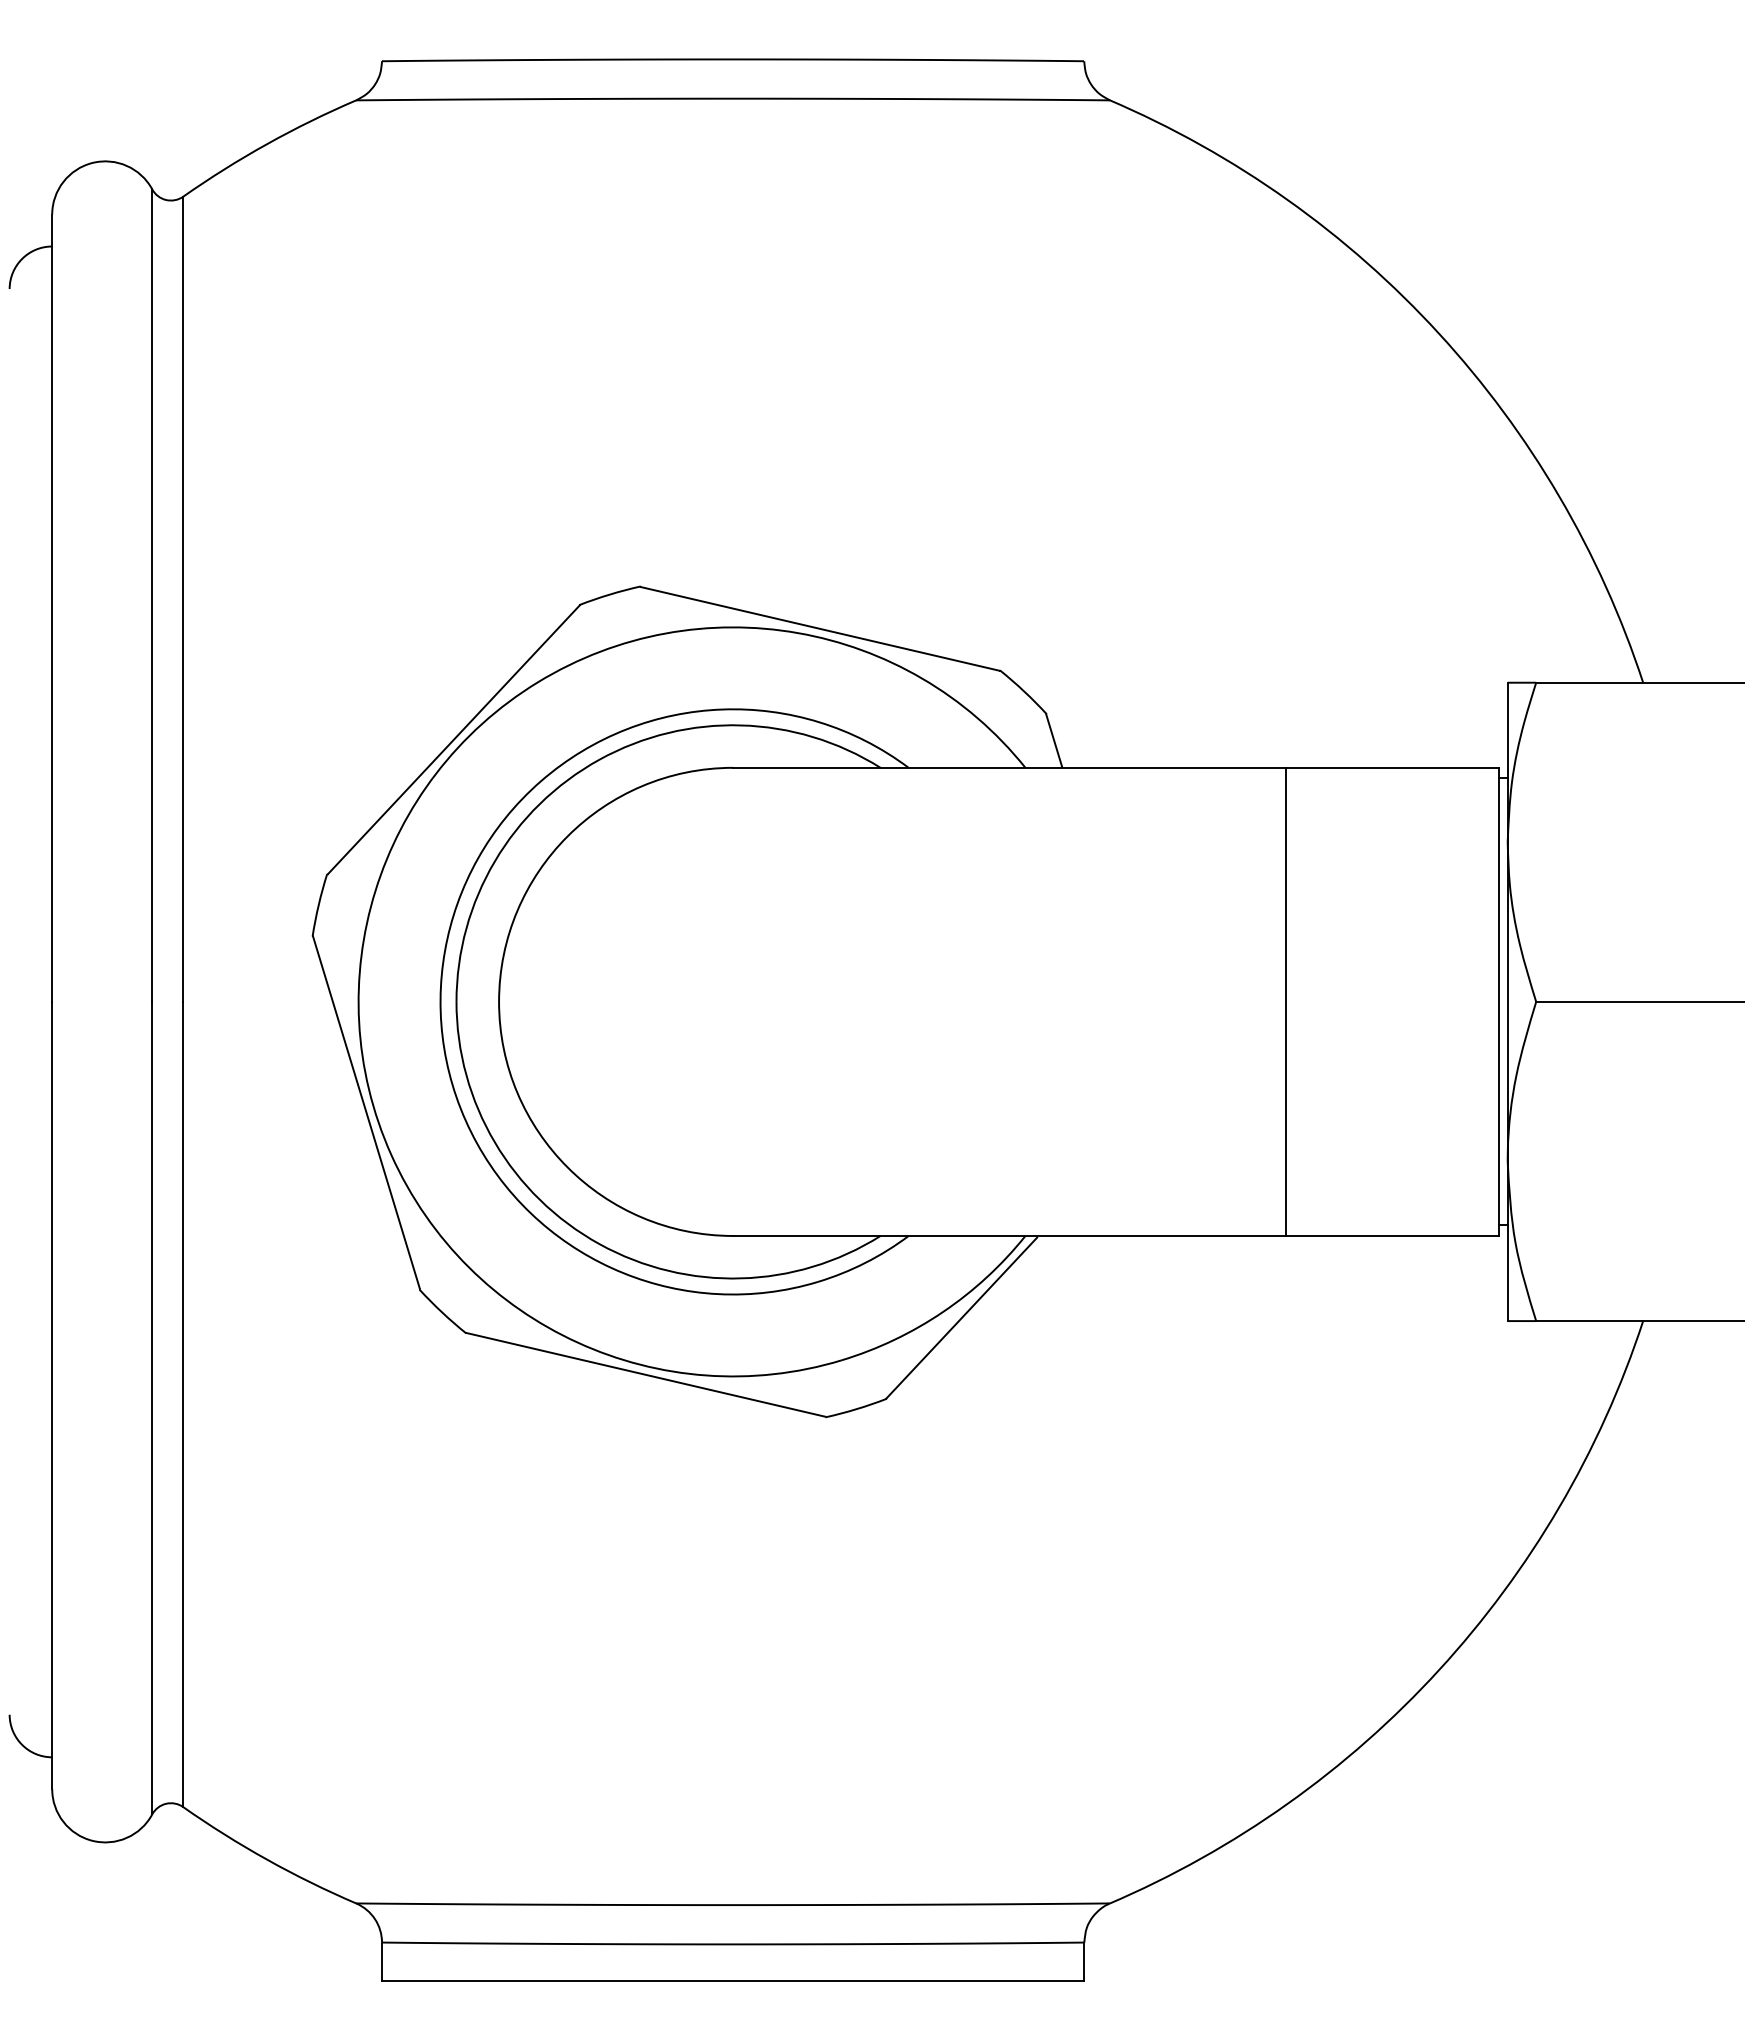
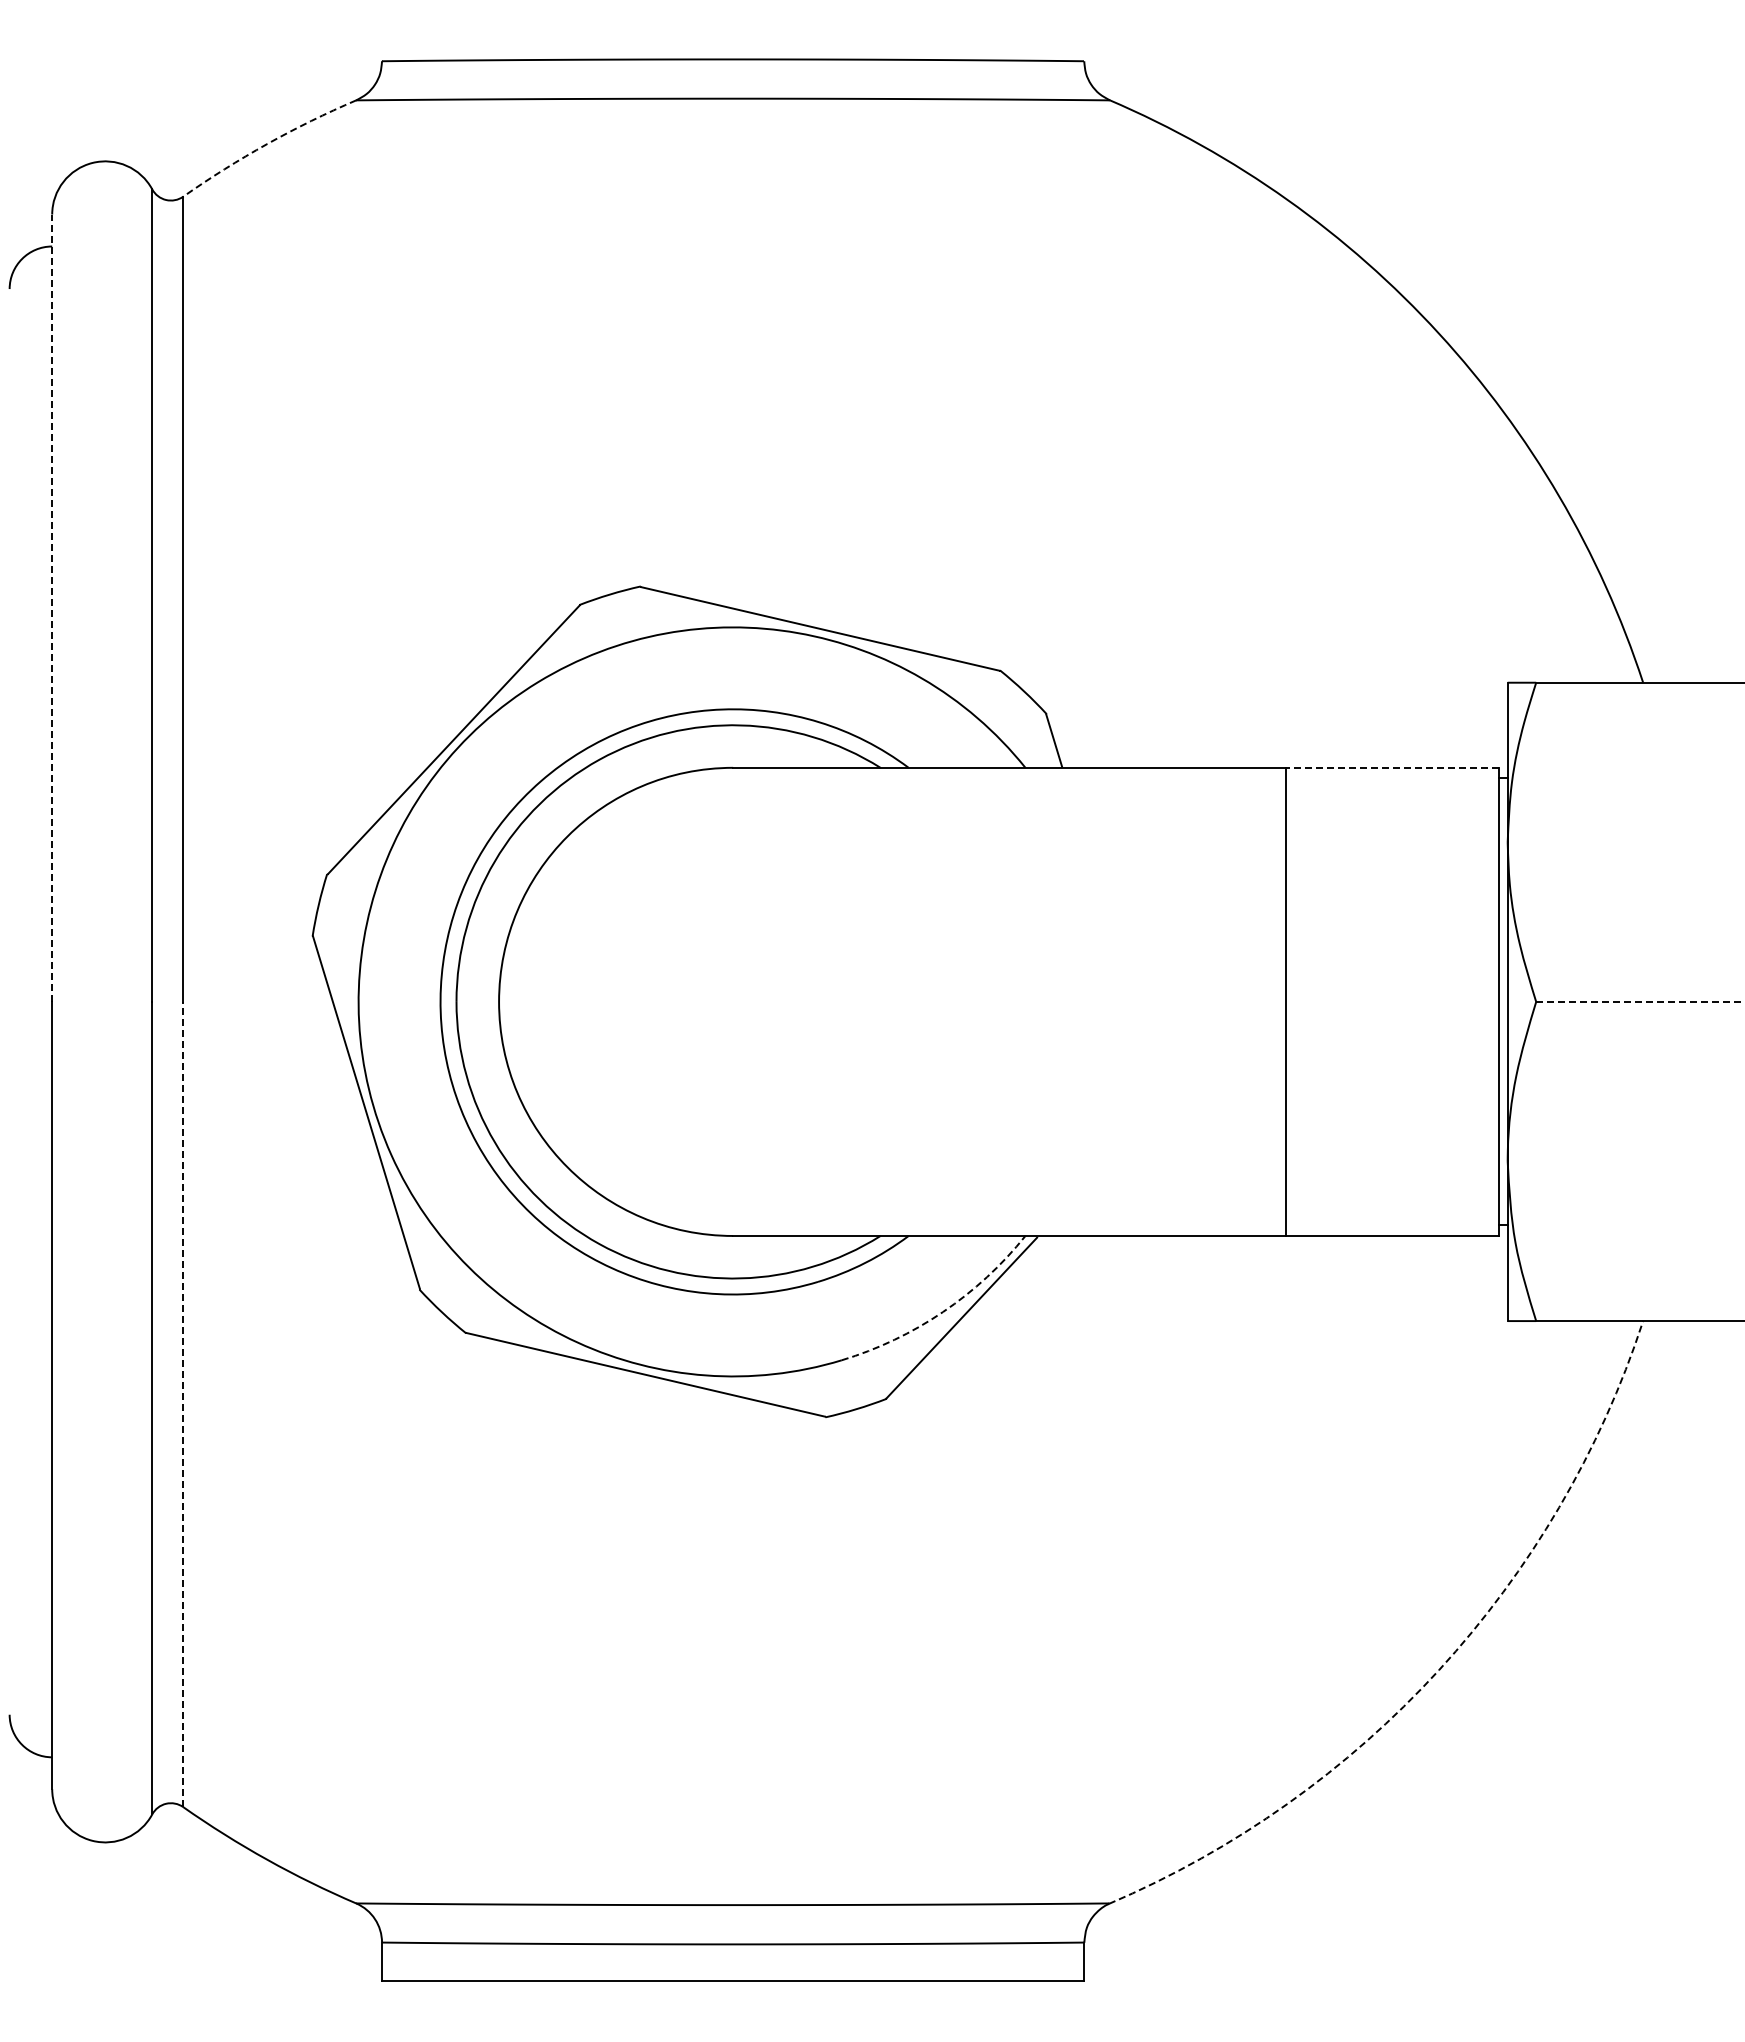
arc at (267, 144): solid -> dashed
line at (52, 608): solid -> dashed
line at (1392, 767): solid -> dashed
line at (1640, 1001): solid -> dashed
arc at (943, 1312): solid -> dashed
line at (183, 1404): solid -> dashed
arc at (1439, 1670): solid -> dashed
